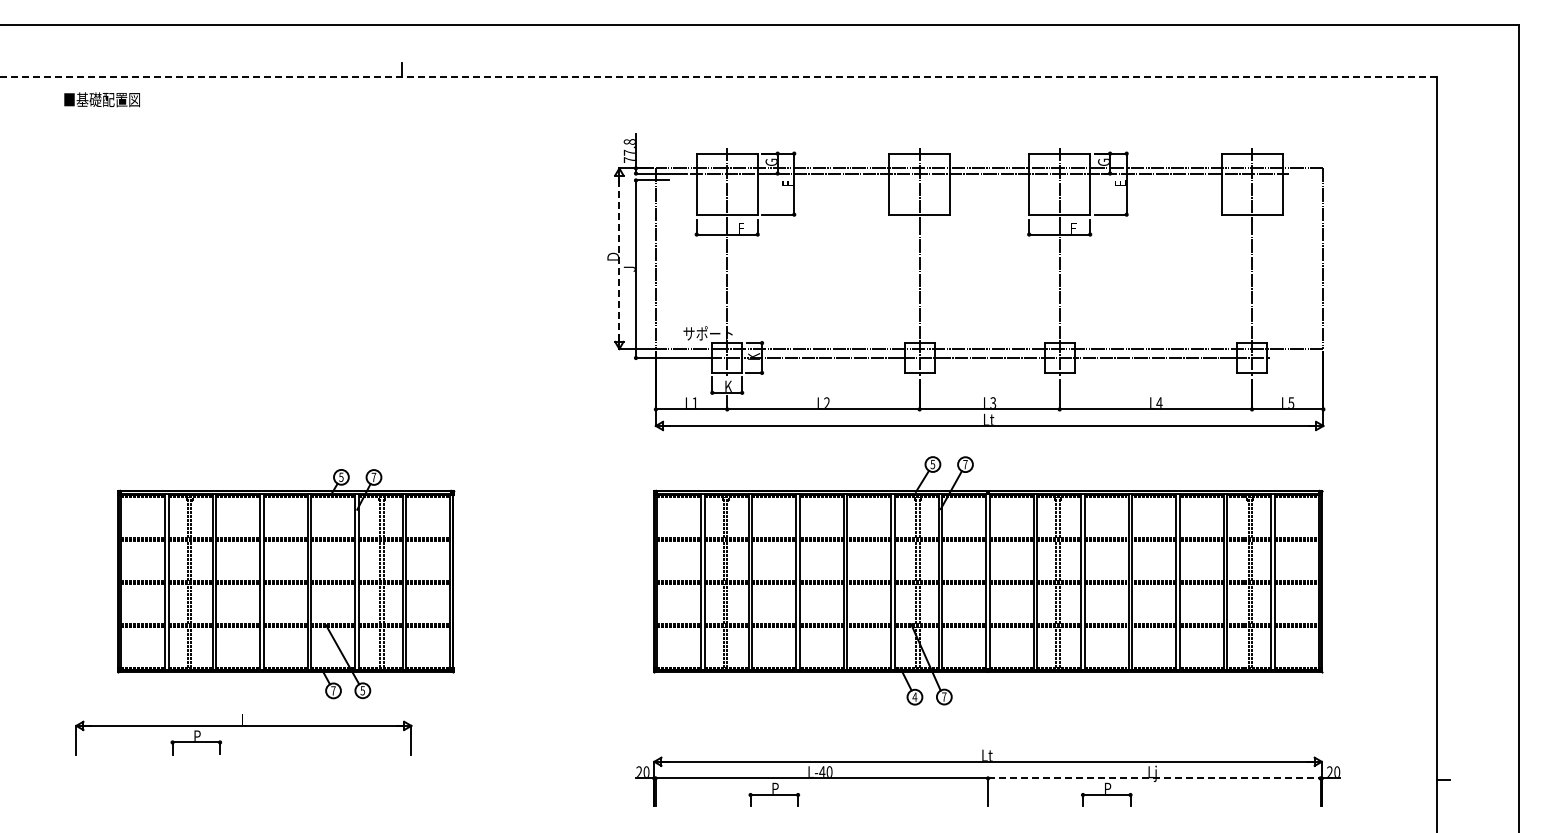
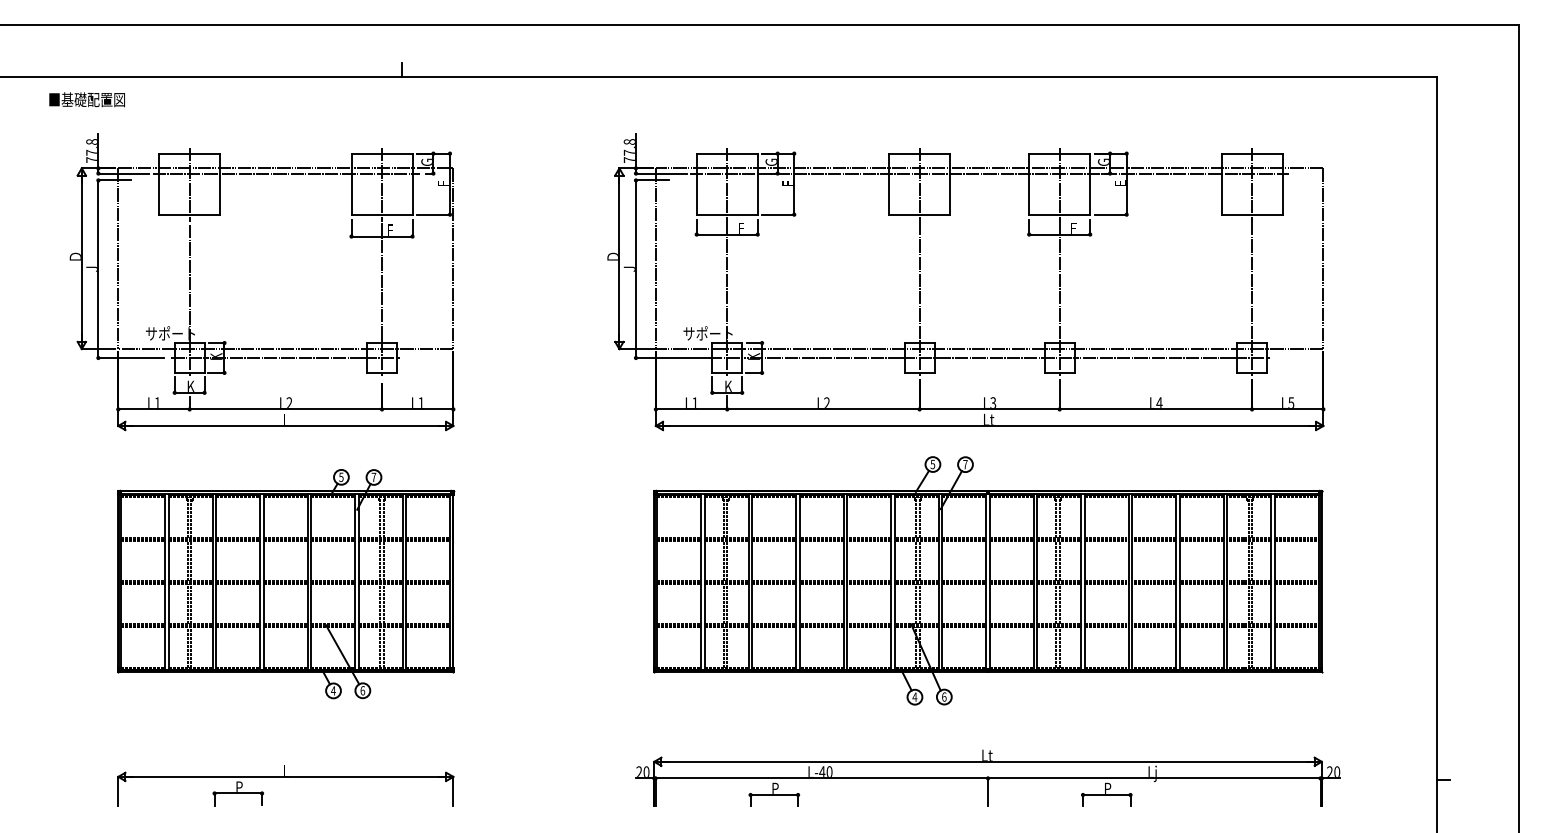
line at (717, 76): dashed -> solid
text at (101, 99) position: (101, 99) -> (86, 99)
line at (619, 258): dashed -> solid
part at (262, 348): none -> present
text at (333, 690): 7 -> 4
text at (362, 690): 5 -> 6
text at (944, 696): 7 -> 6
part at (243, 726) position: (243, 726) -> (285, 777)
line at (1154, 778): dashed -> solid
